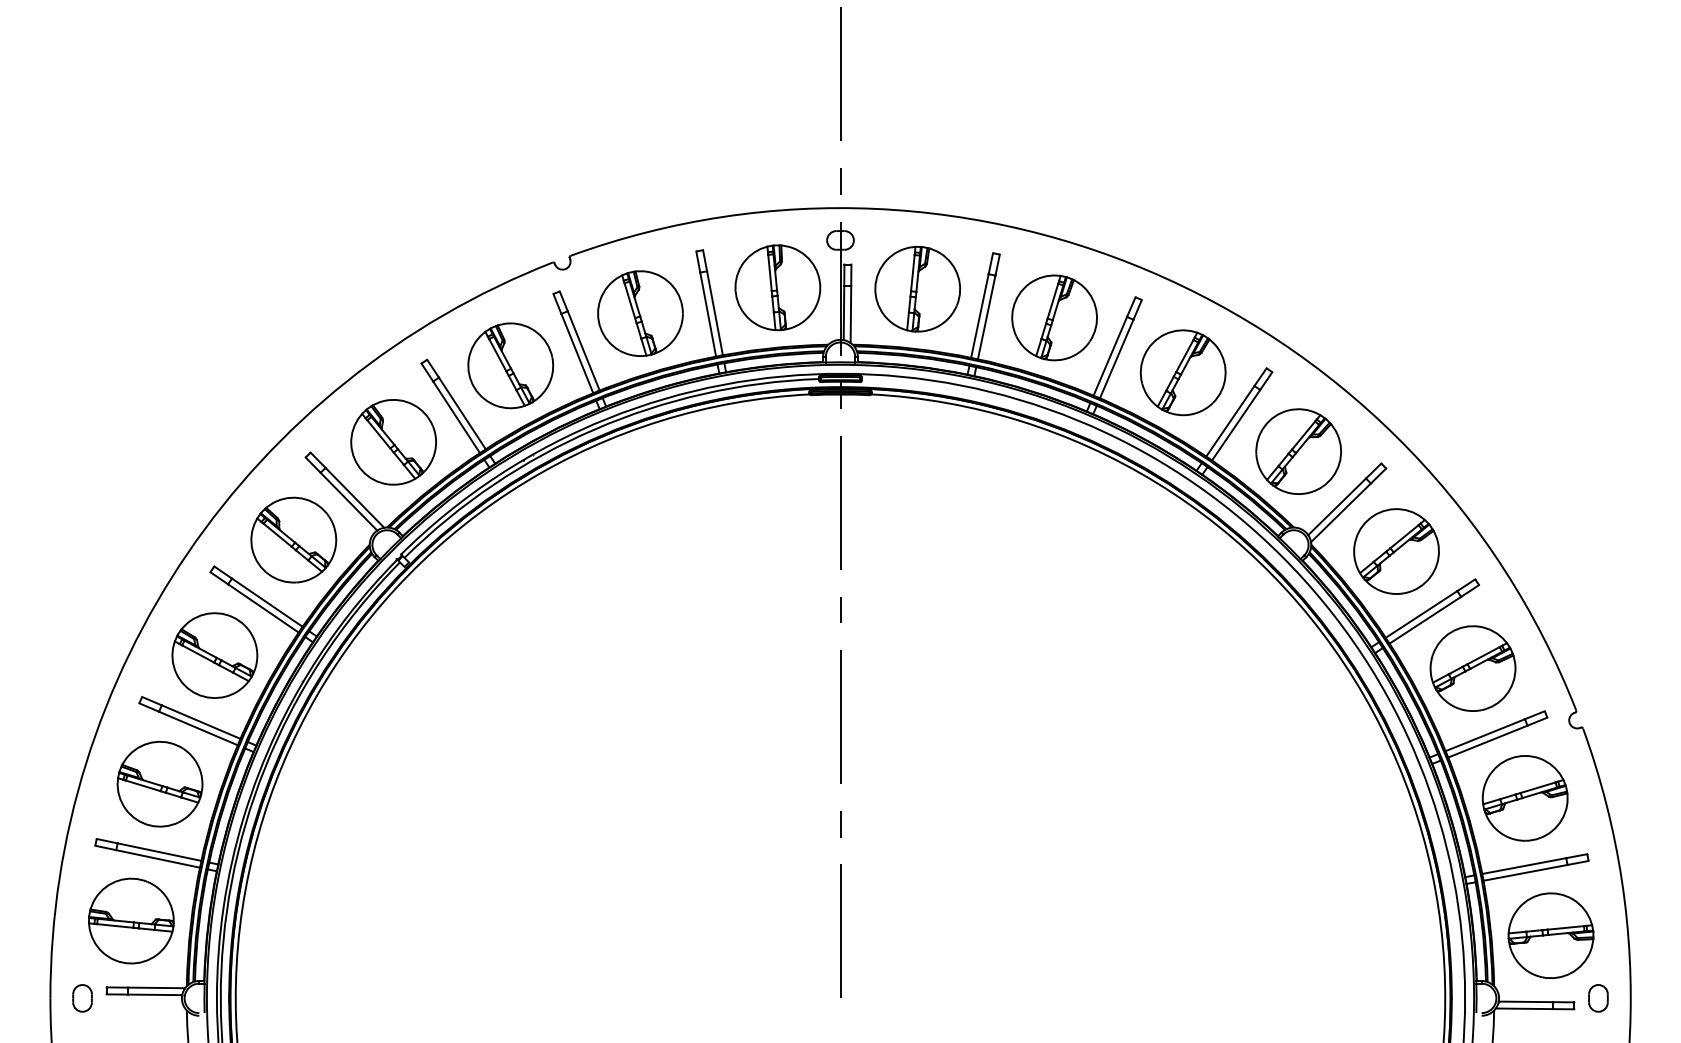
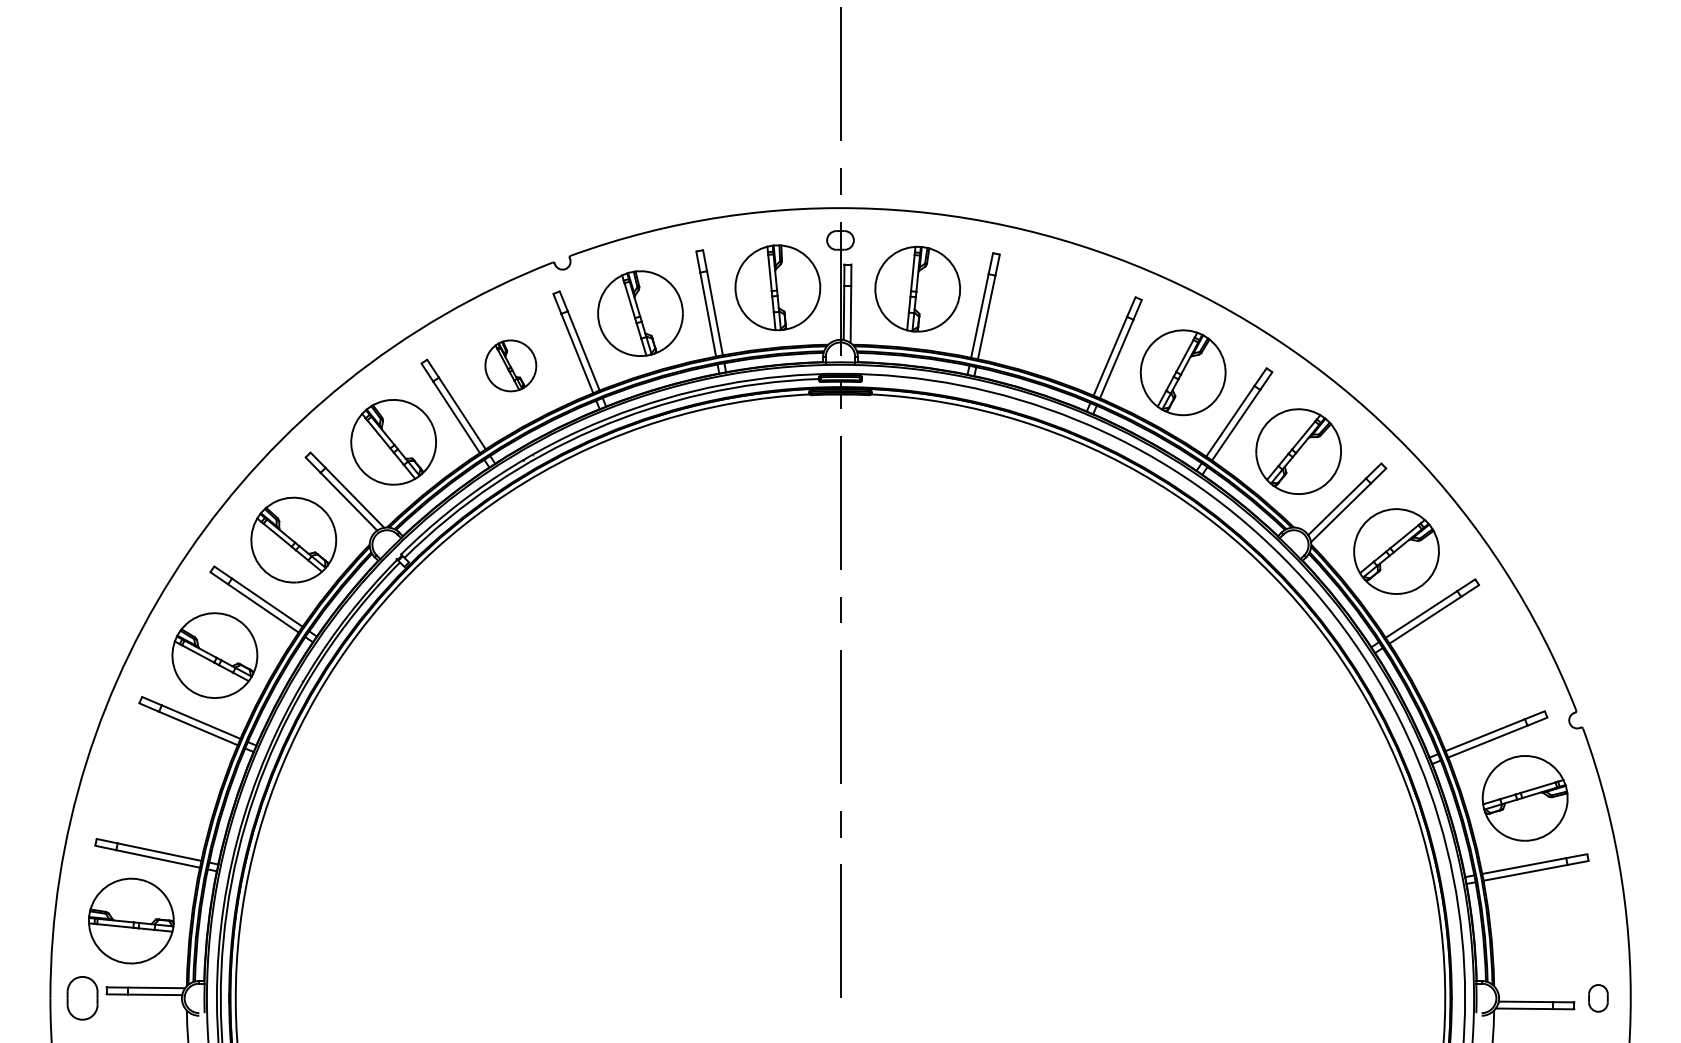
part at (1054, 317): present -> none
part at (510, 365) size: 88x88 px -> 54x54 px
part at (1472, 668): present -> none
part at (159, 783): present -> none
part at (1550, 935): present -> none
part at (82, 998) size: 21x29 px -> 33x45 px
